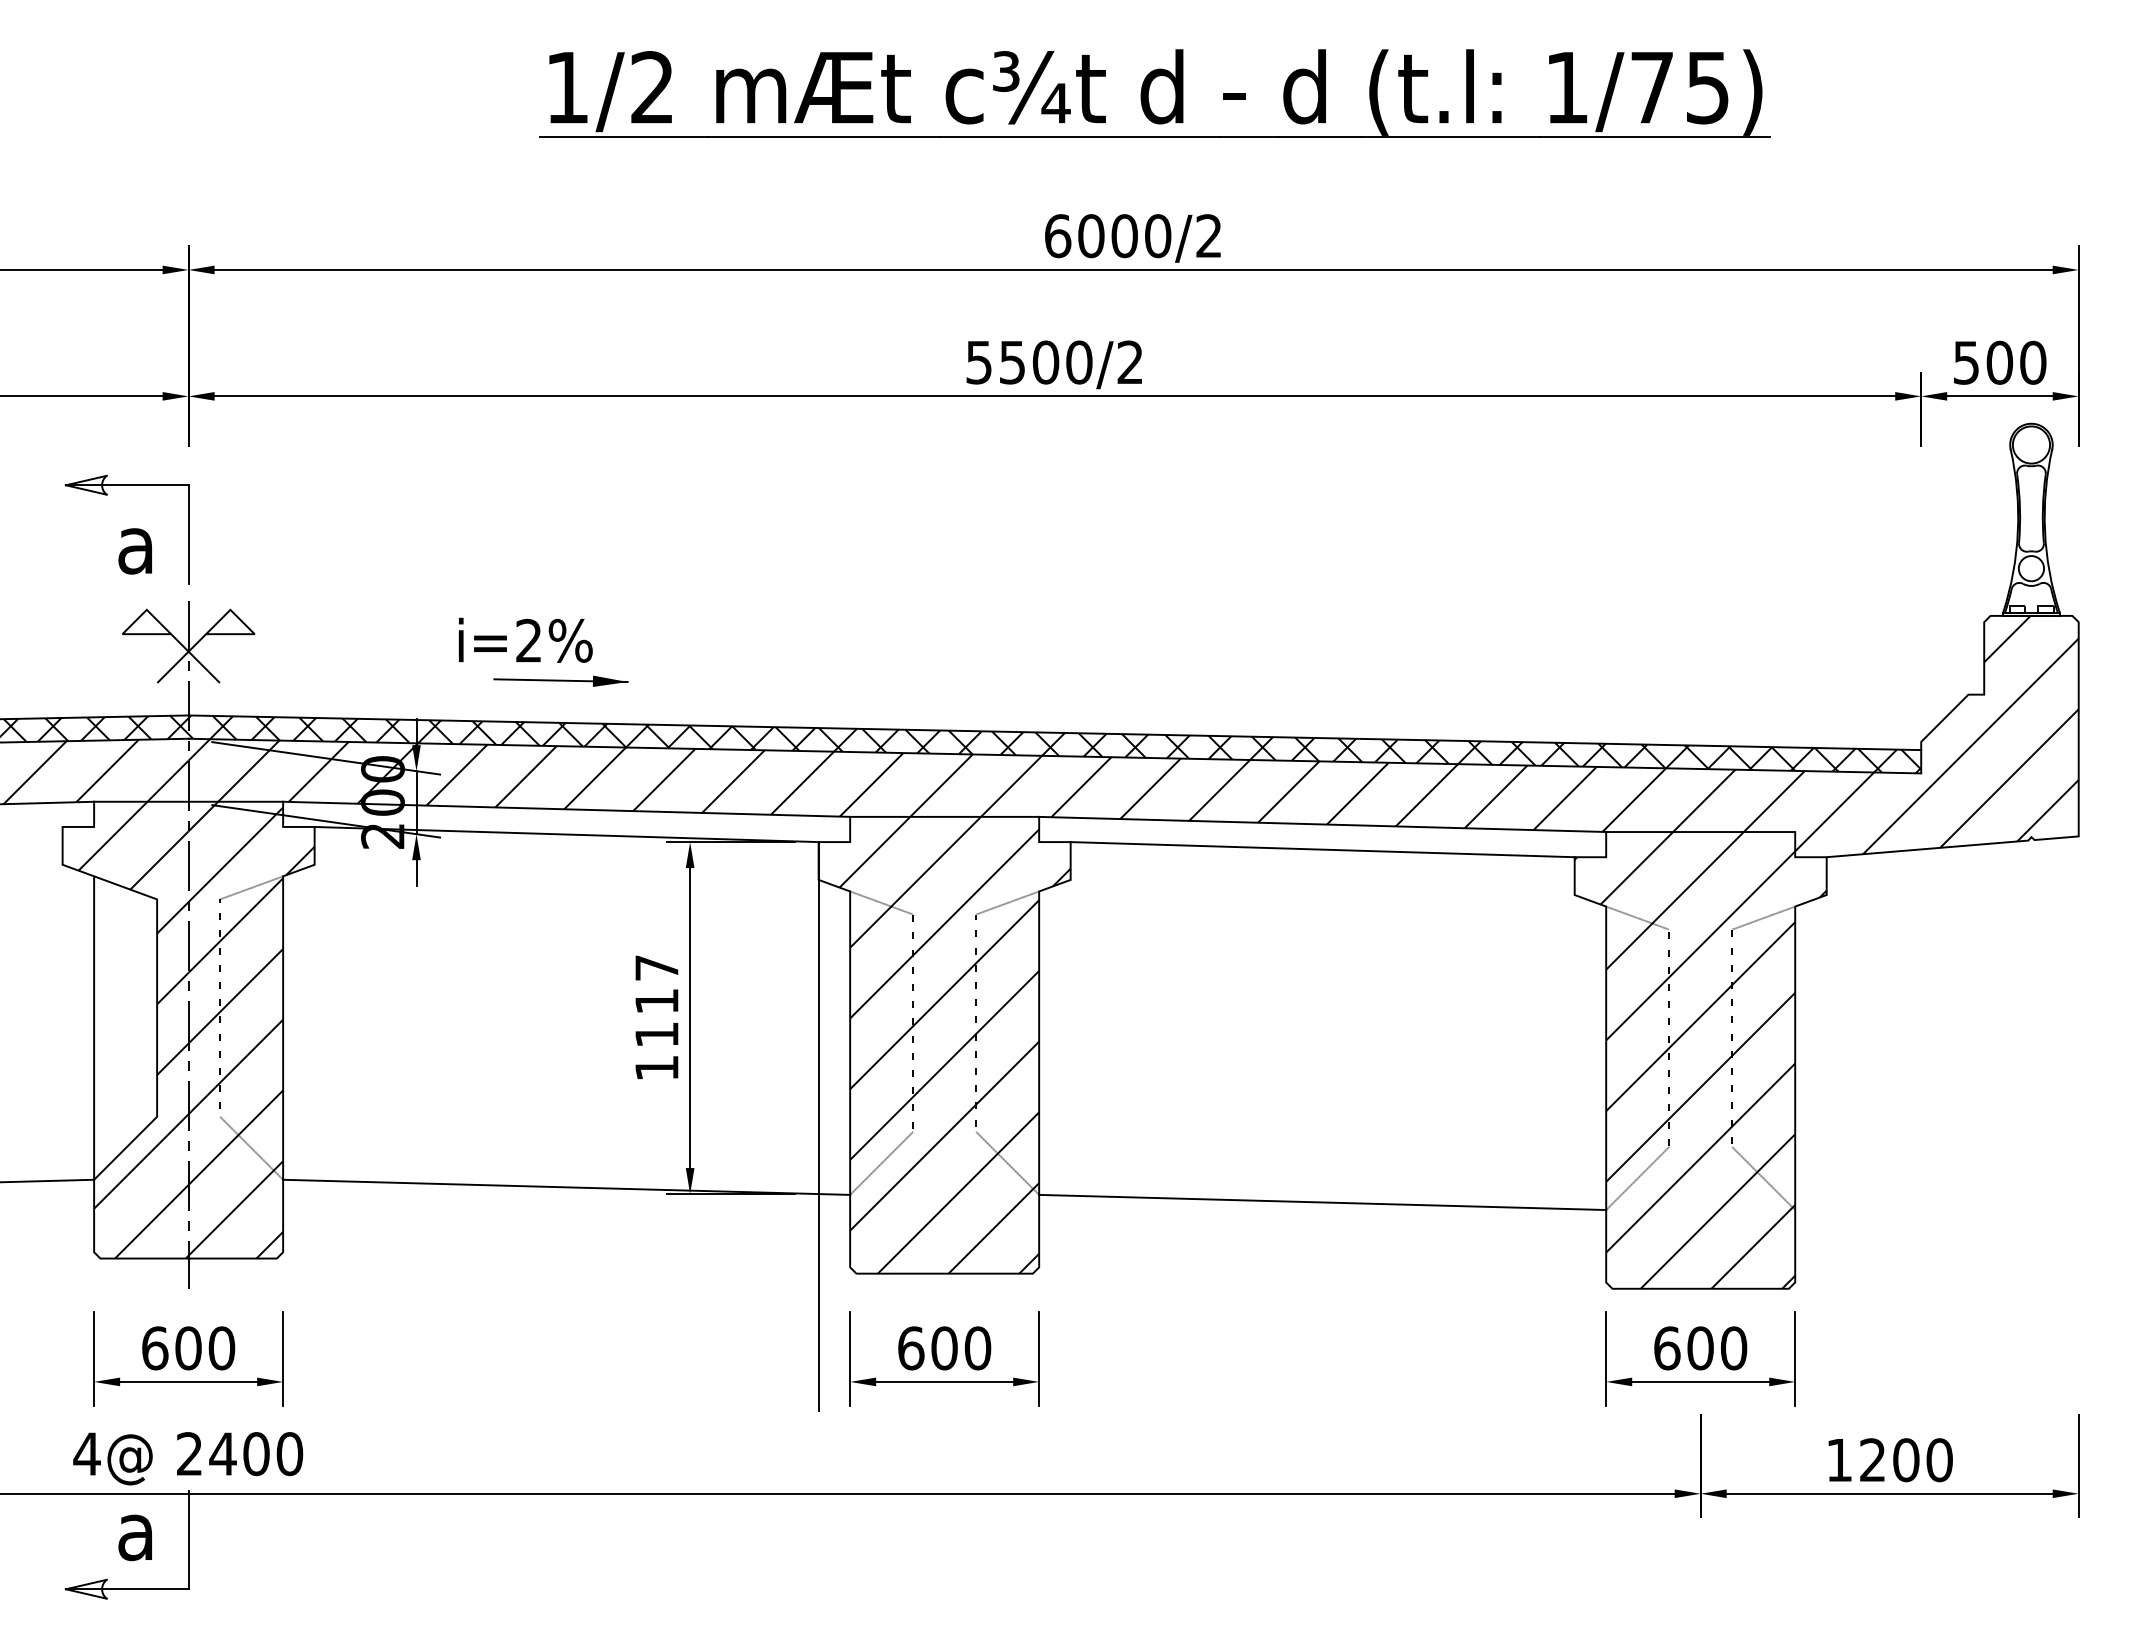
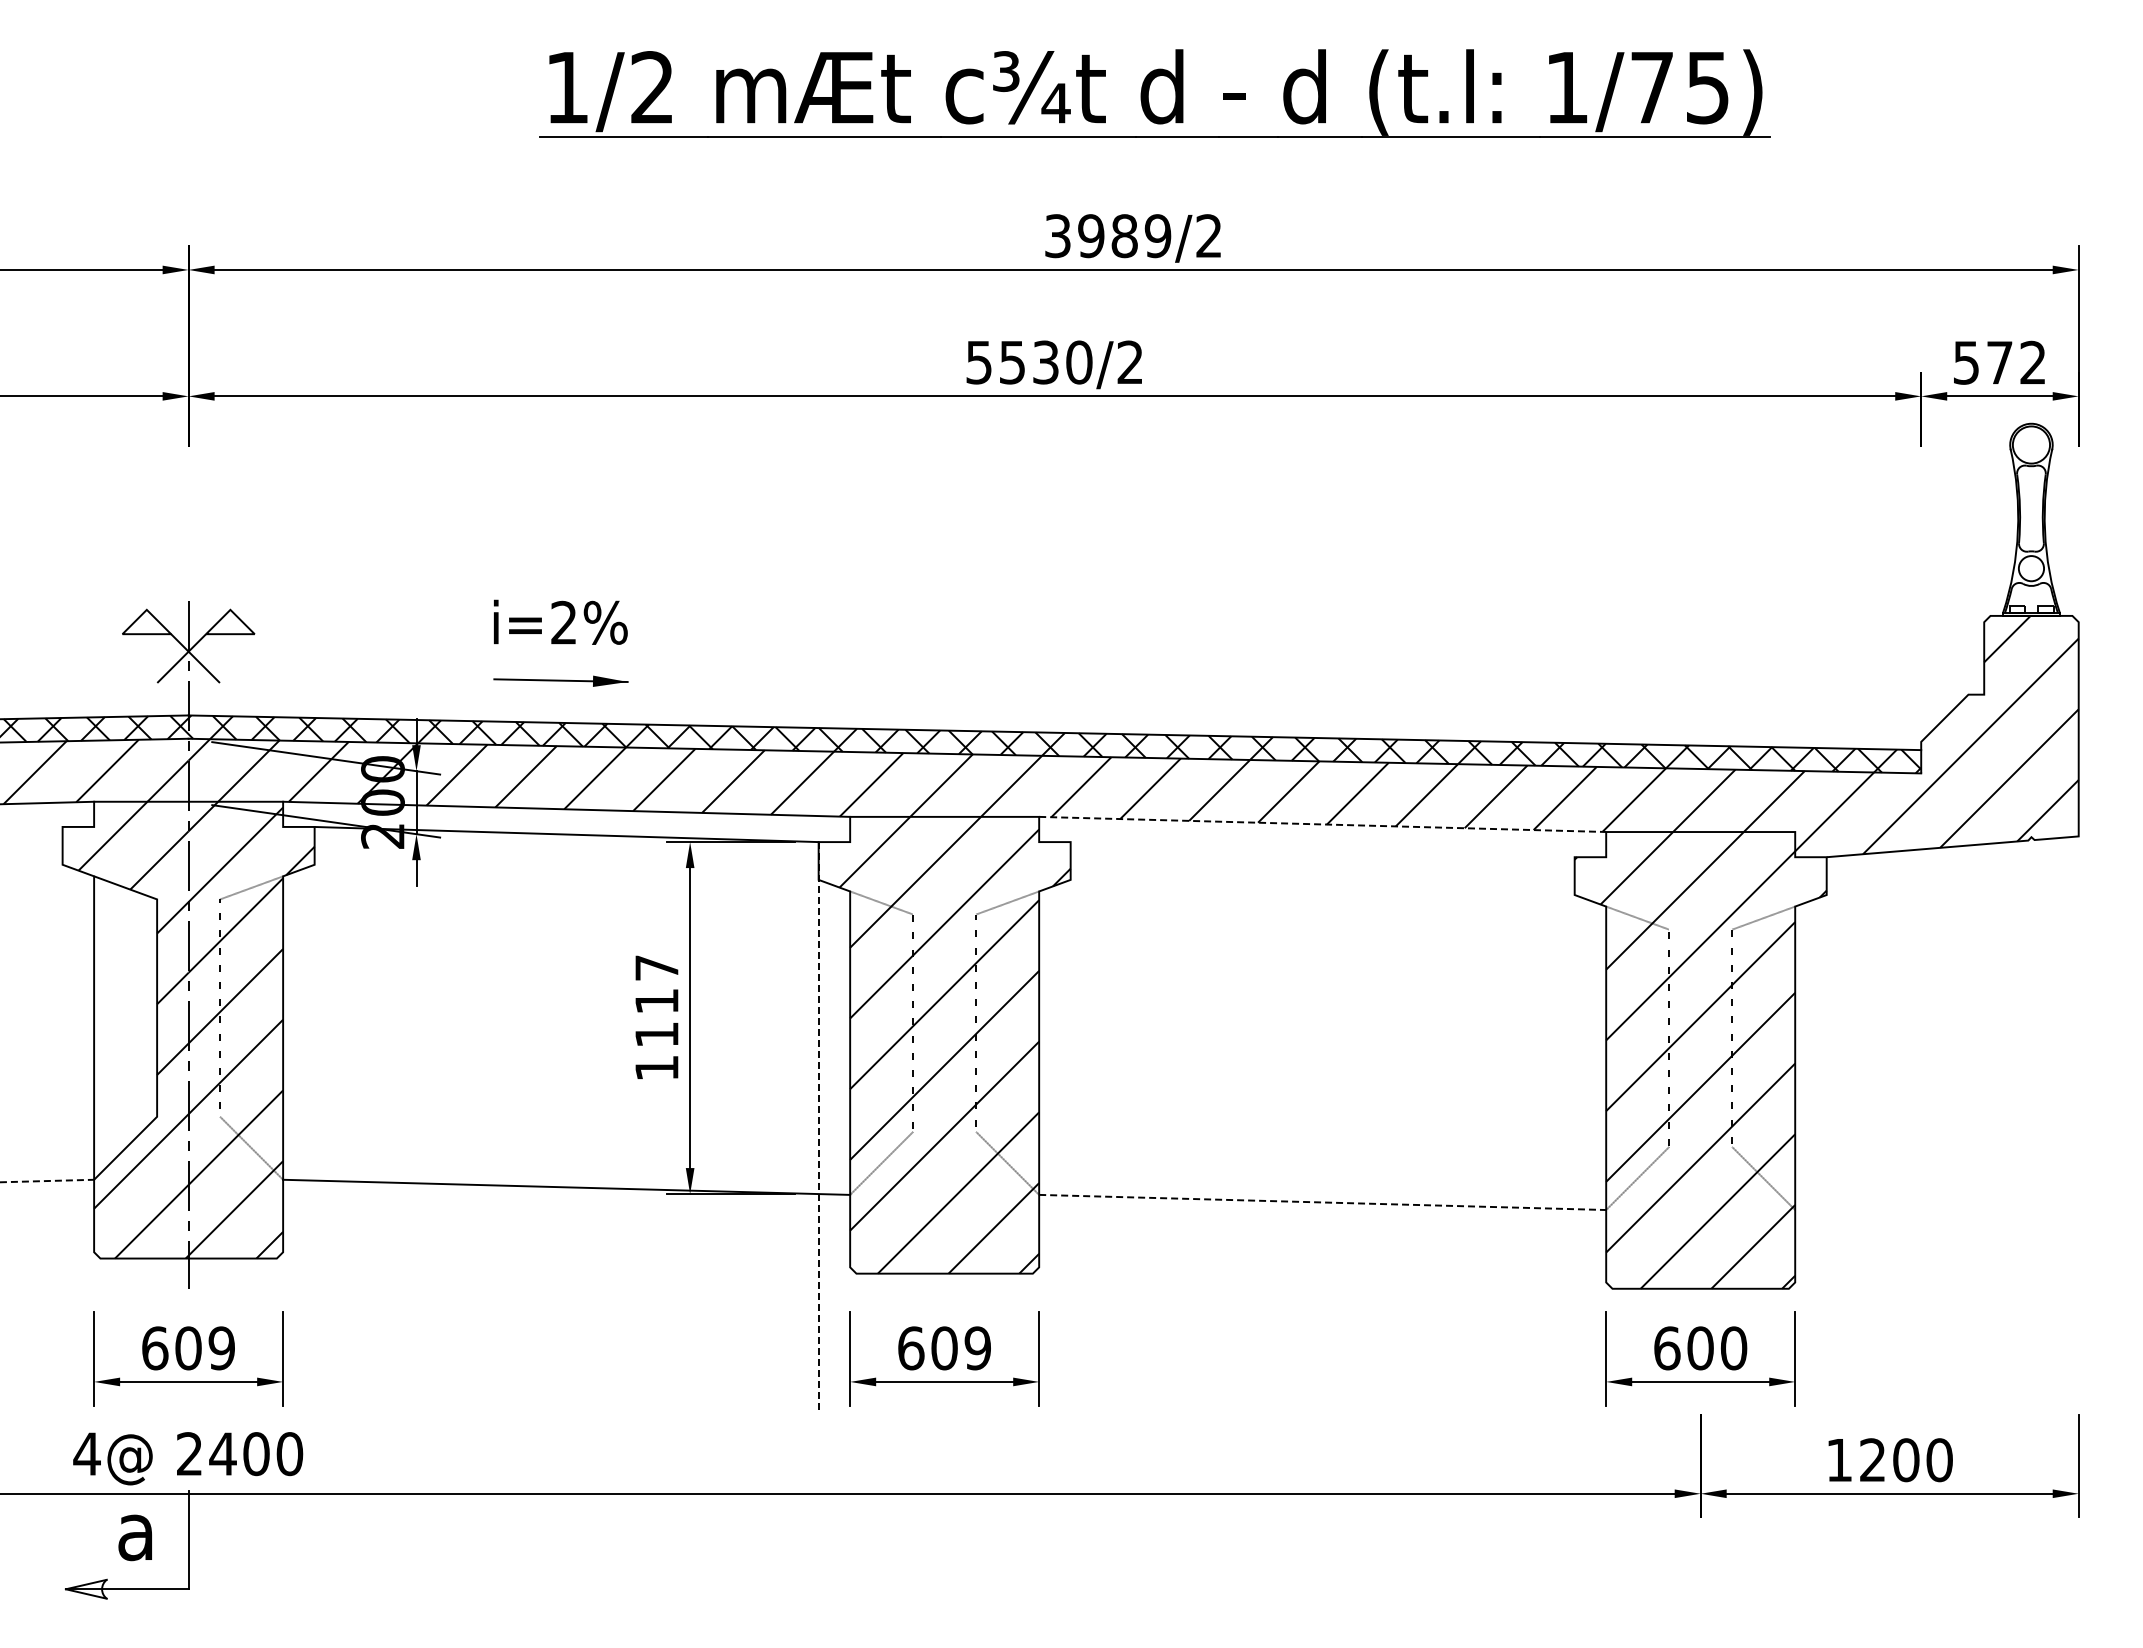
text at (1108, 236): 6000/2 -> 3989/2
text at (1045, 362): 5500/2 -> 5530/2
text at (2016, 362): 500 -> 572
part at (107, 495): present -> none
text at (525, 639) position: (525, 639) -> (560, 621)
line at (1322, 824): solid -> dashed
line at (1322, 849): present -> none
line at (818, 1126): solid -> dashed
line at (47, 1181): solid -> dashed
line at (1322, 1202): solid -> dashed
text at (221, 1348): 600 -> 609
text at (977, 1348): 600 -> 609
